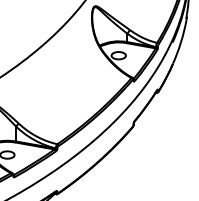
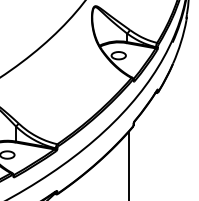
line at (128, 164): none -> present
